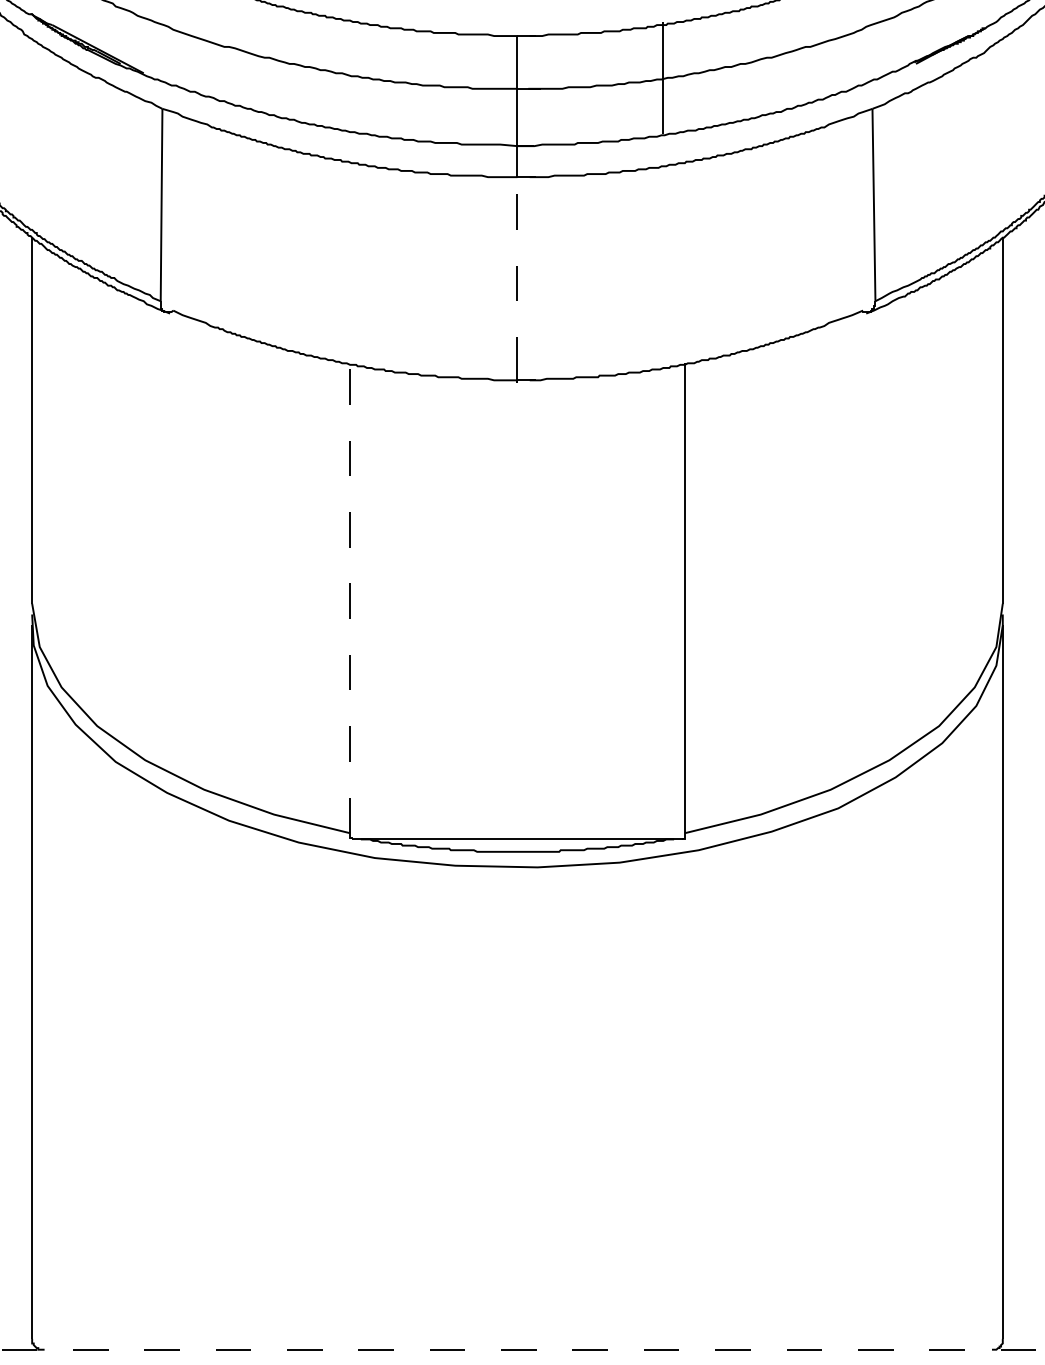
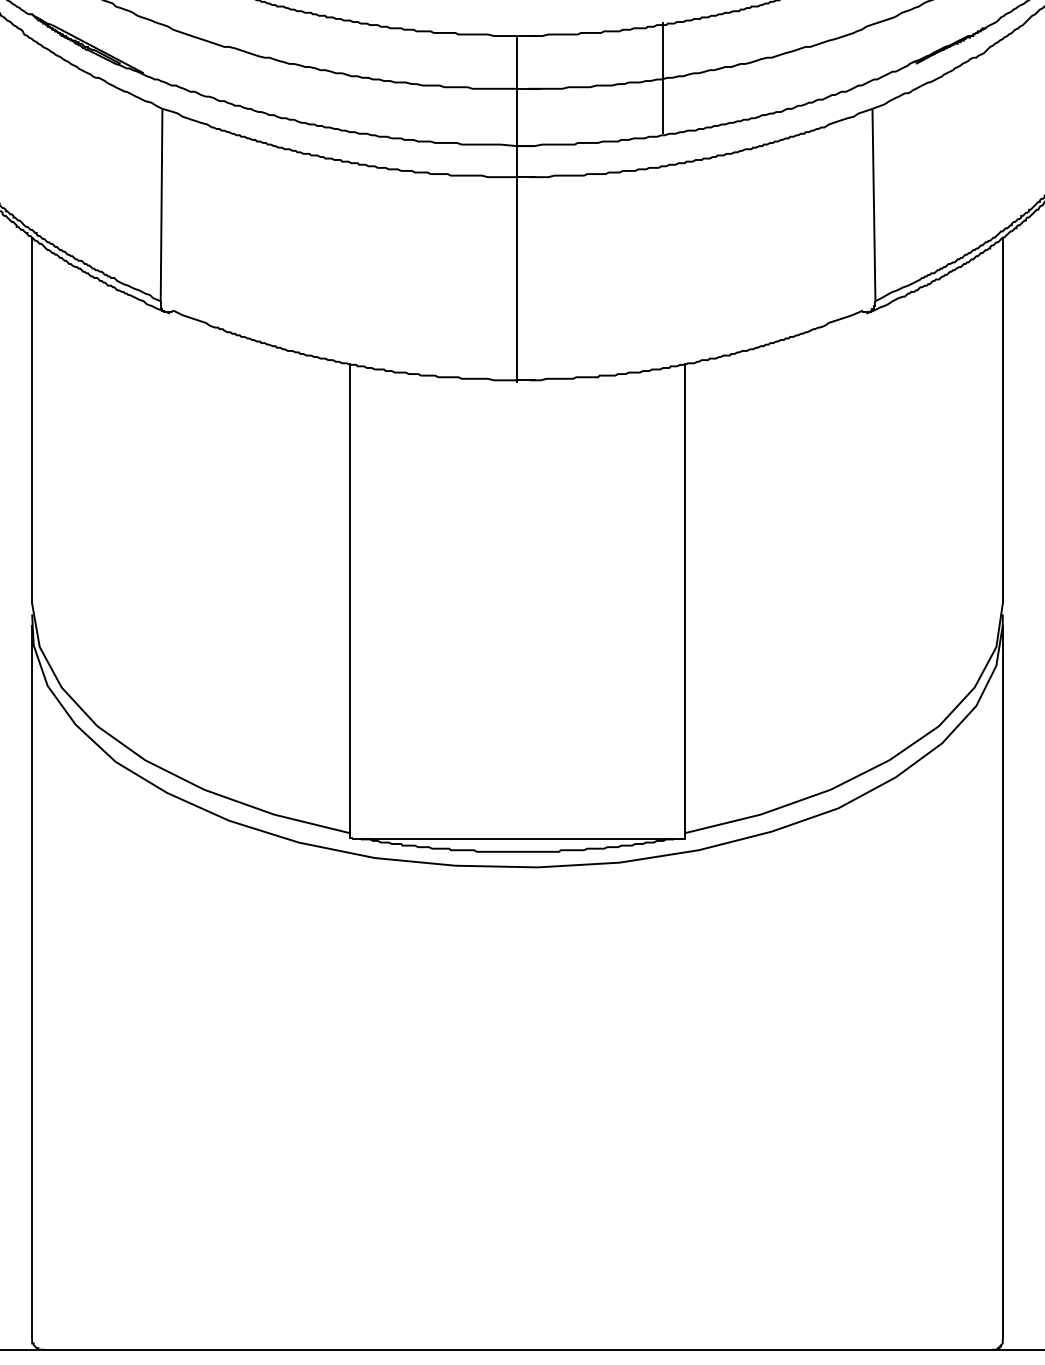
line at (517, 274): dashed -> solid
line at (350, 598): dashed -> solid
line at (522, 1349): dashed -> solid
